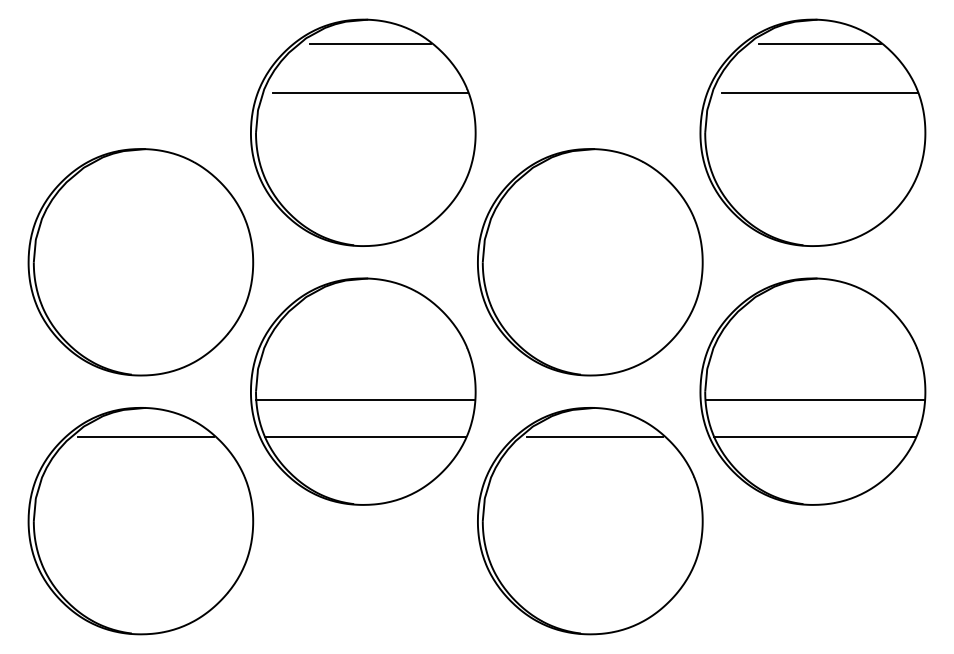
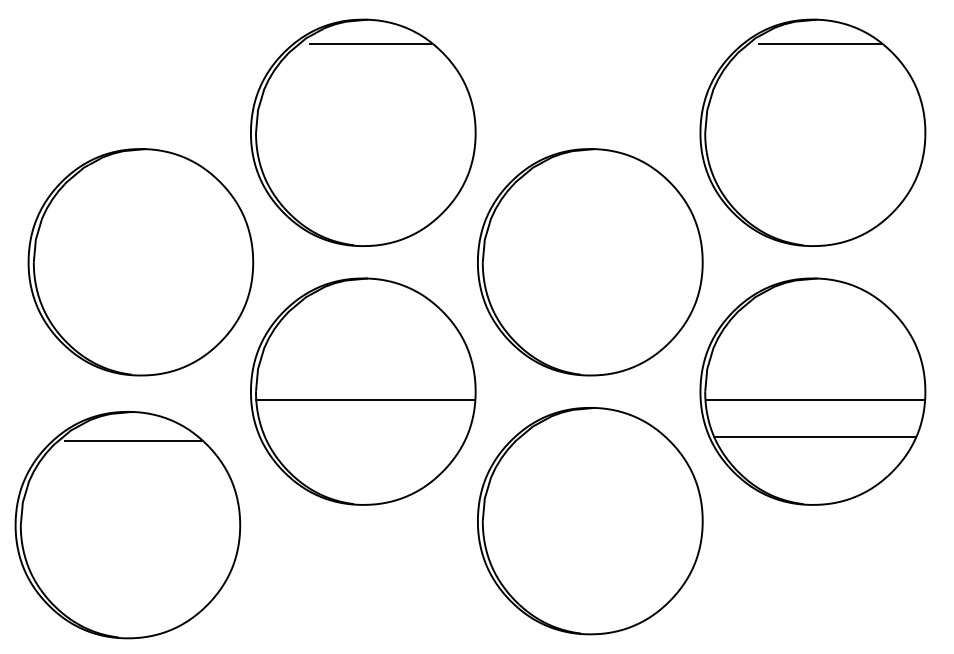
line at (370, 92): present -> none
line at (819, 92): present -> none
line at (365, 436): present -> none
line at (594, 436): present -> none
part at (140, 521) position: (140, 521) -> (127, 525)
